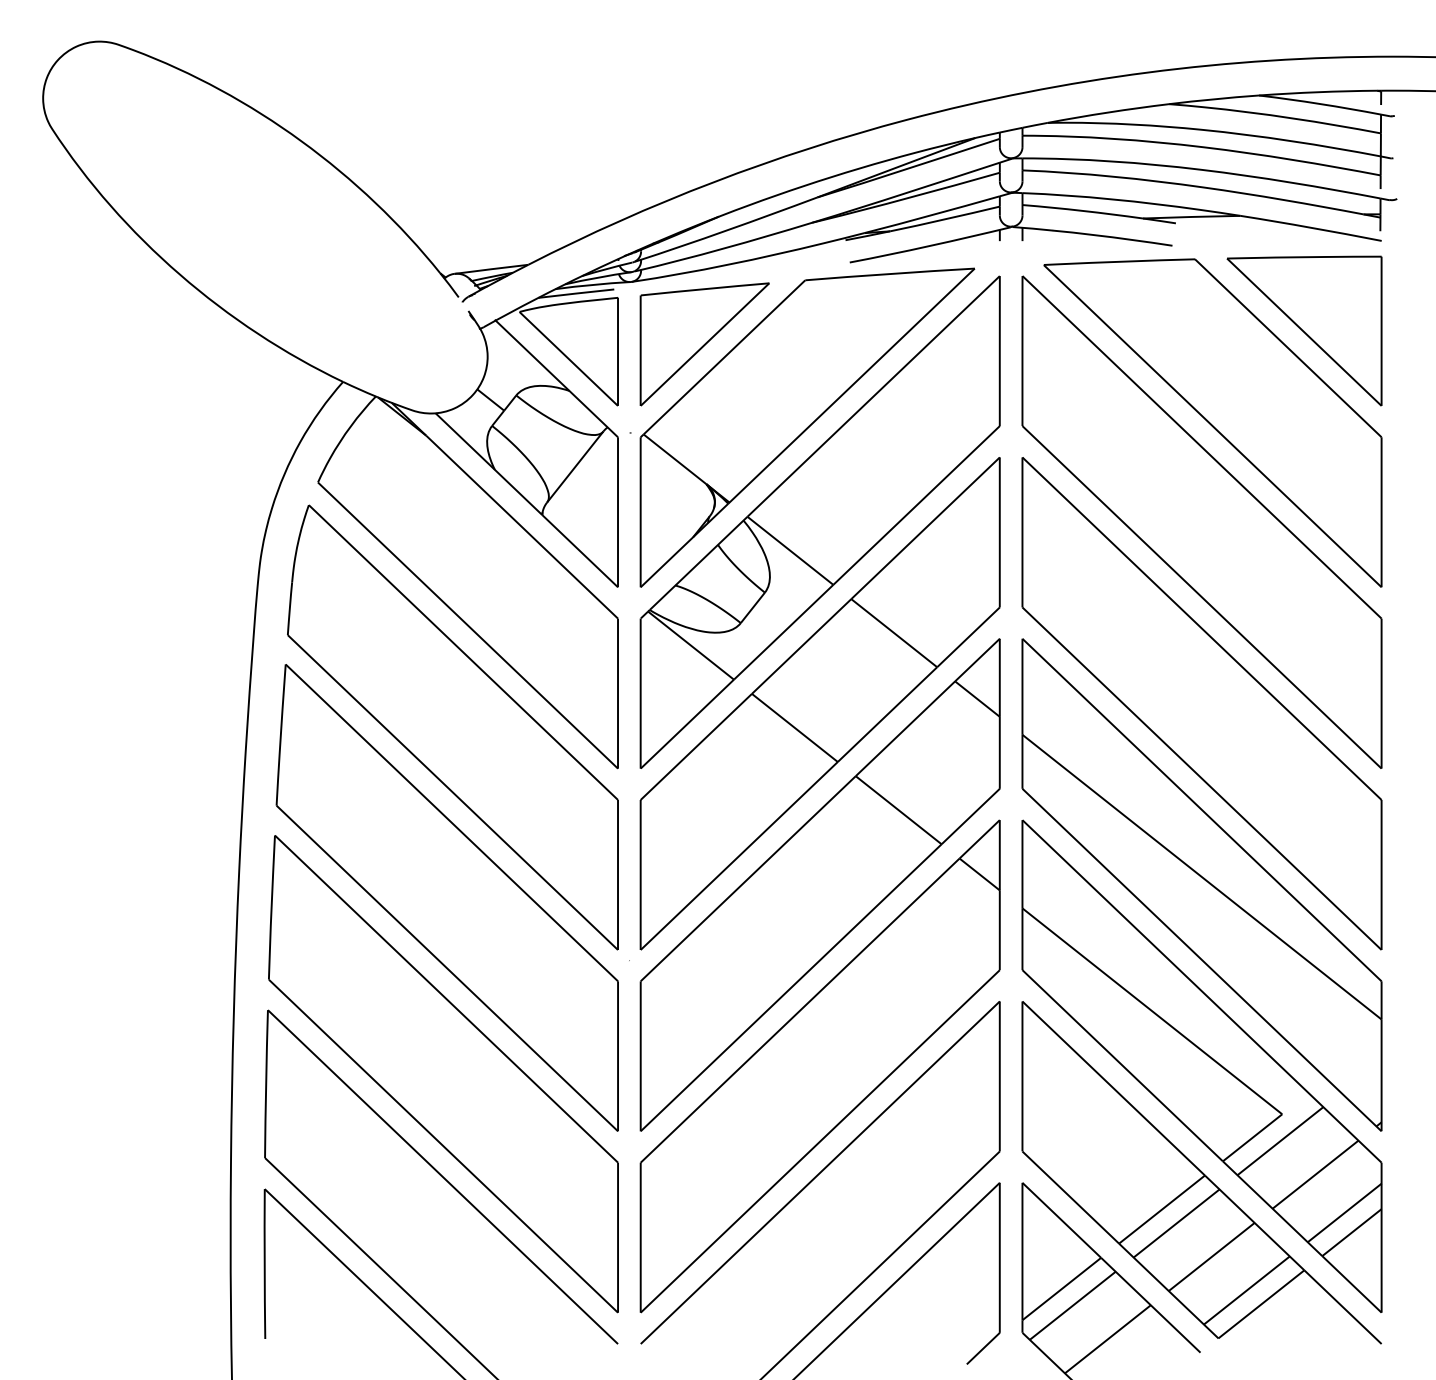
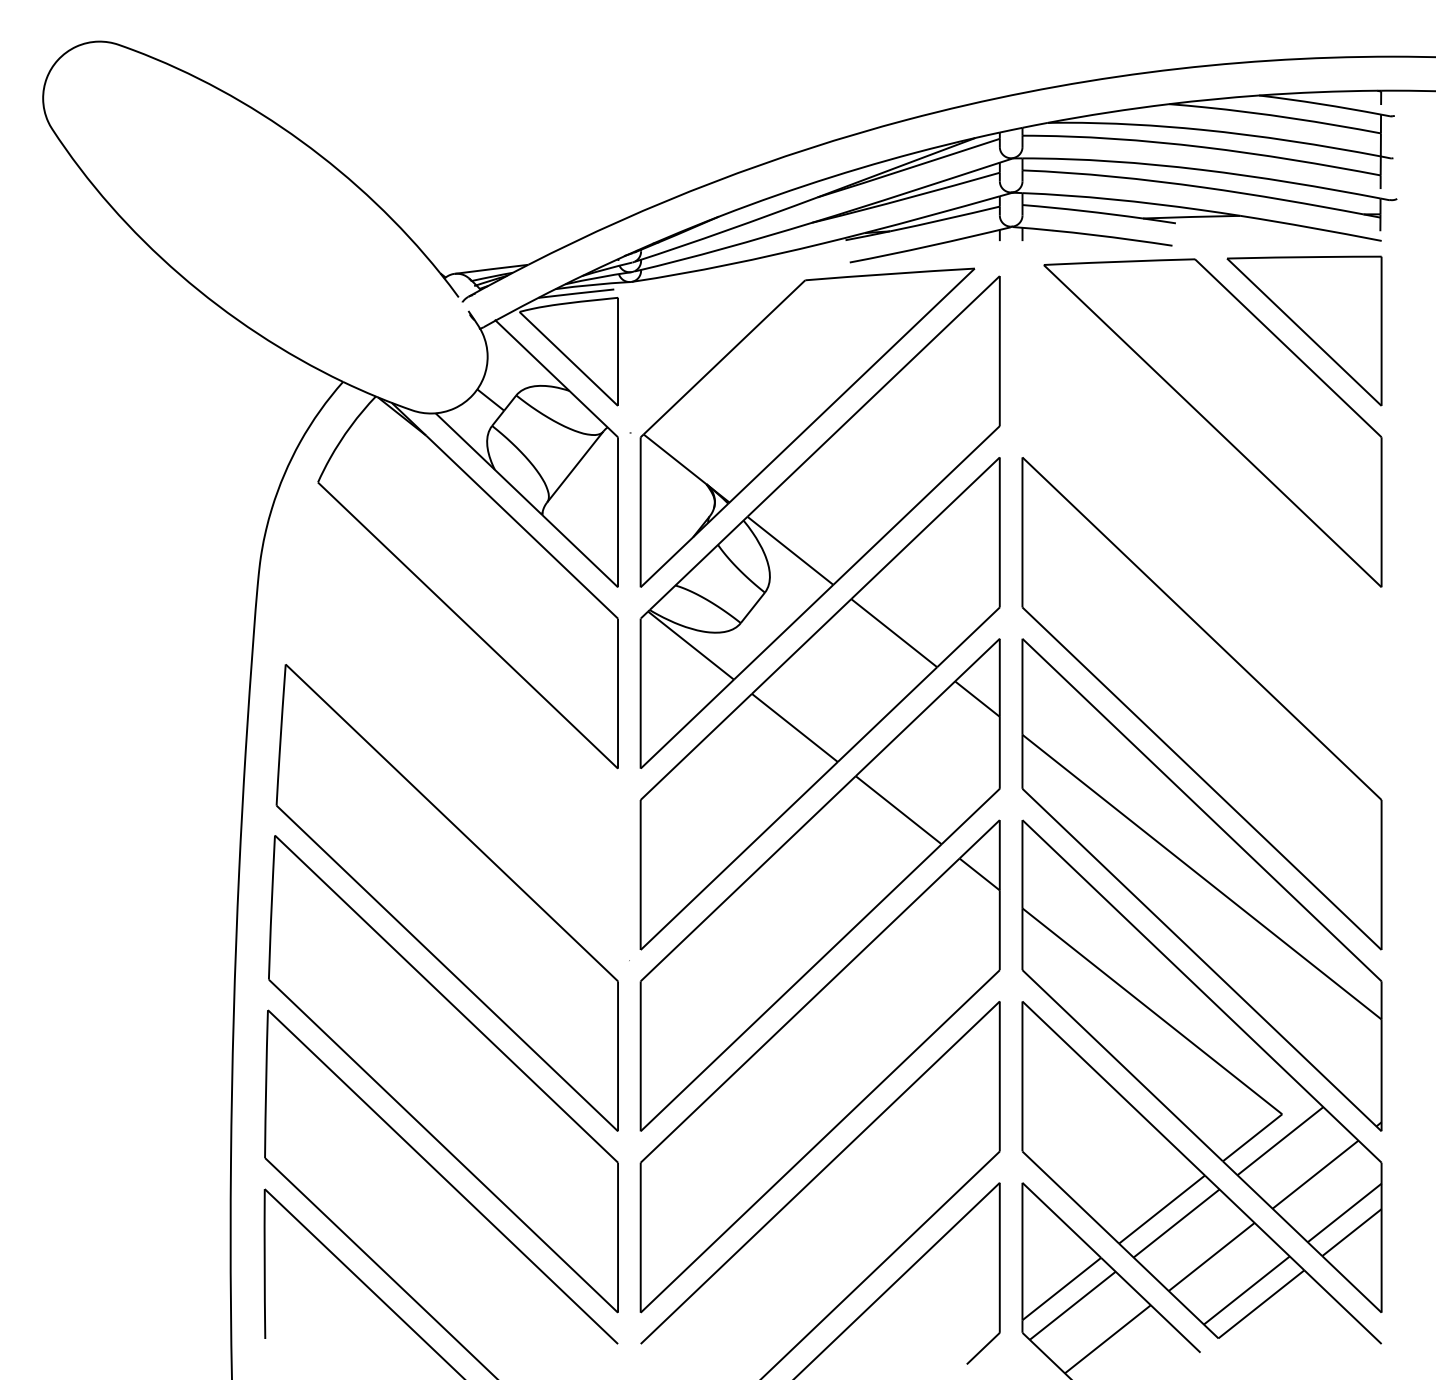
part at (704, 344): present -> none
part at (1201, 521): present -> none
part at (452, 727): present -> none
